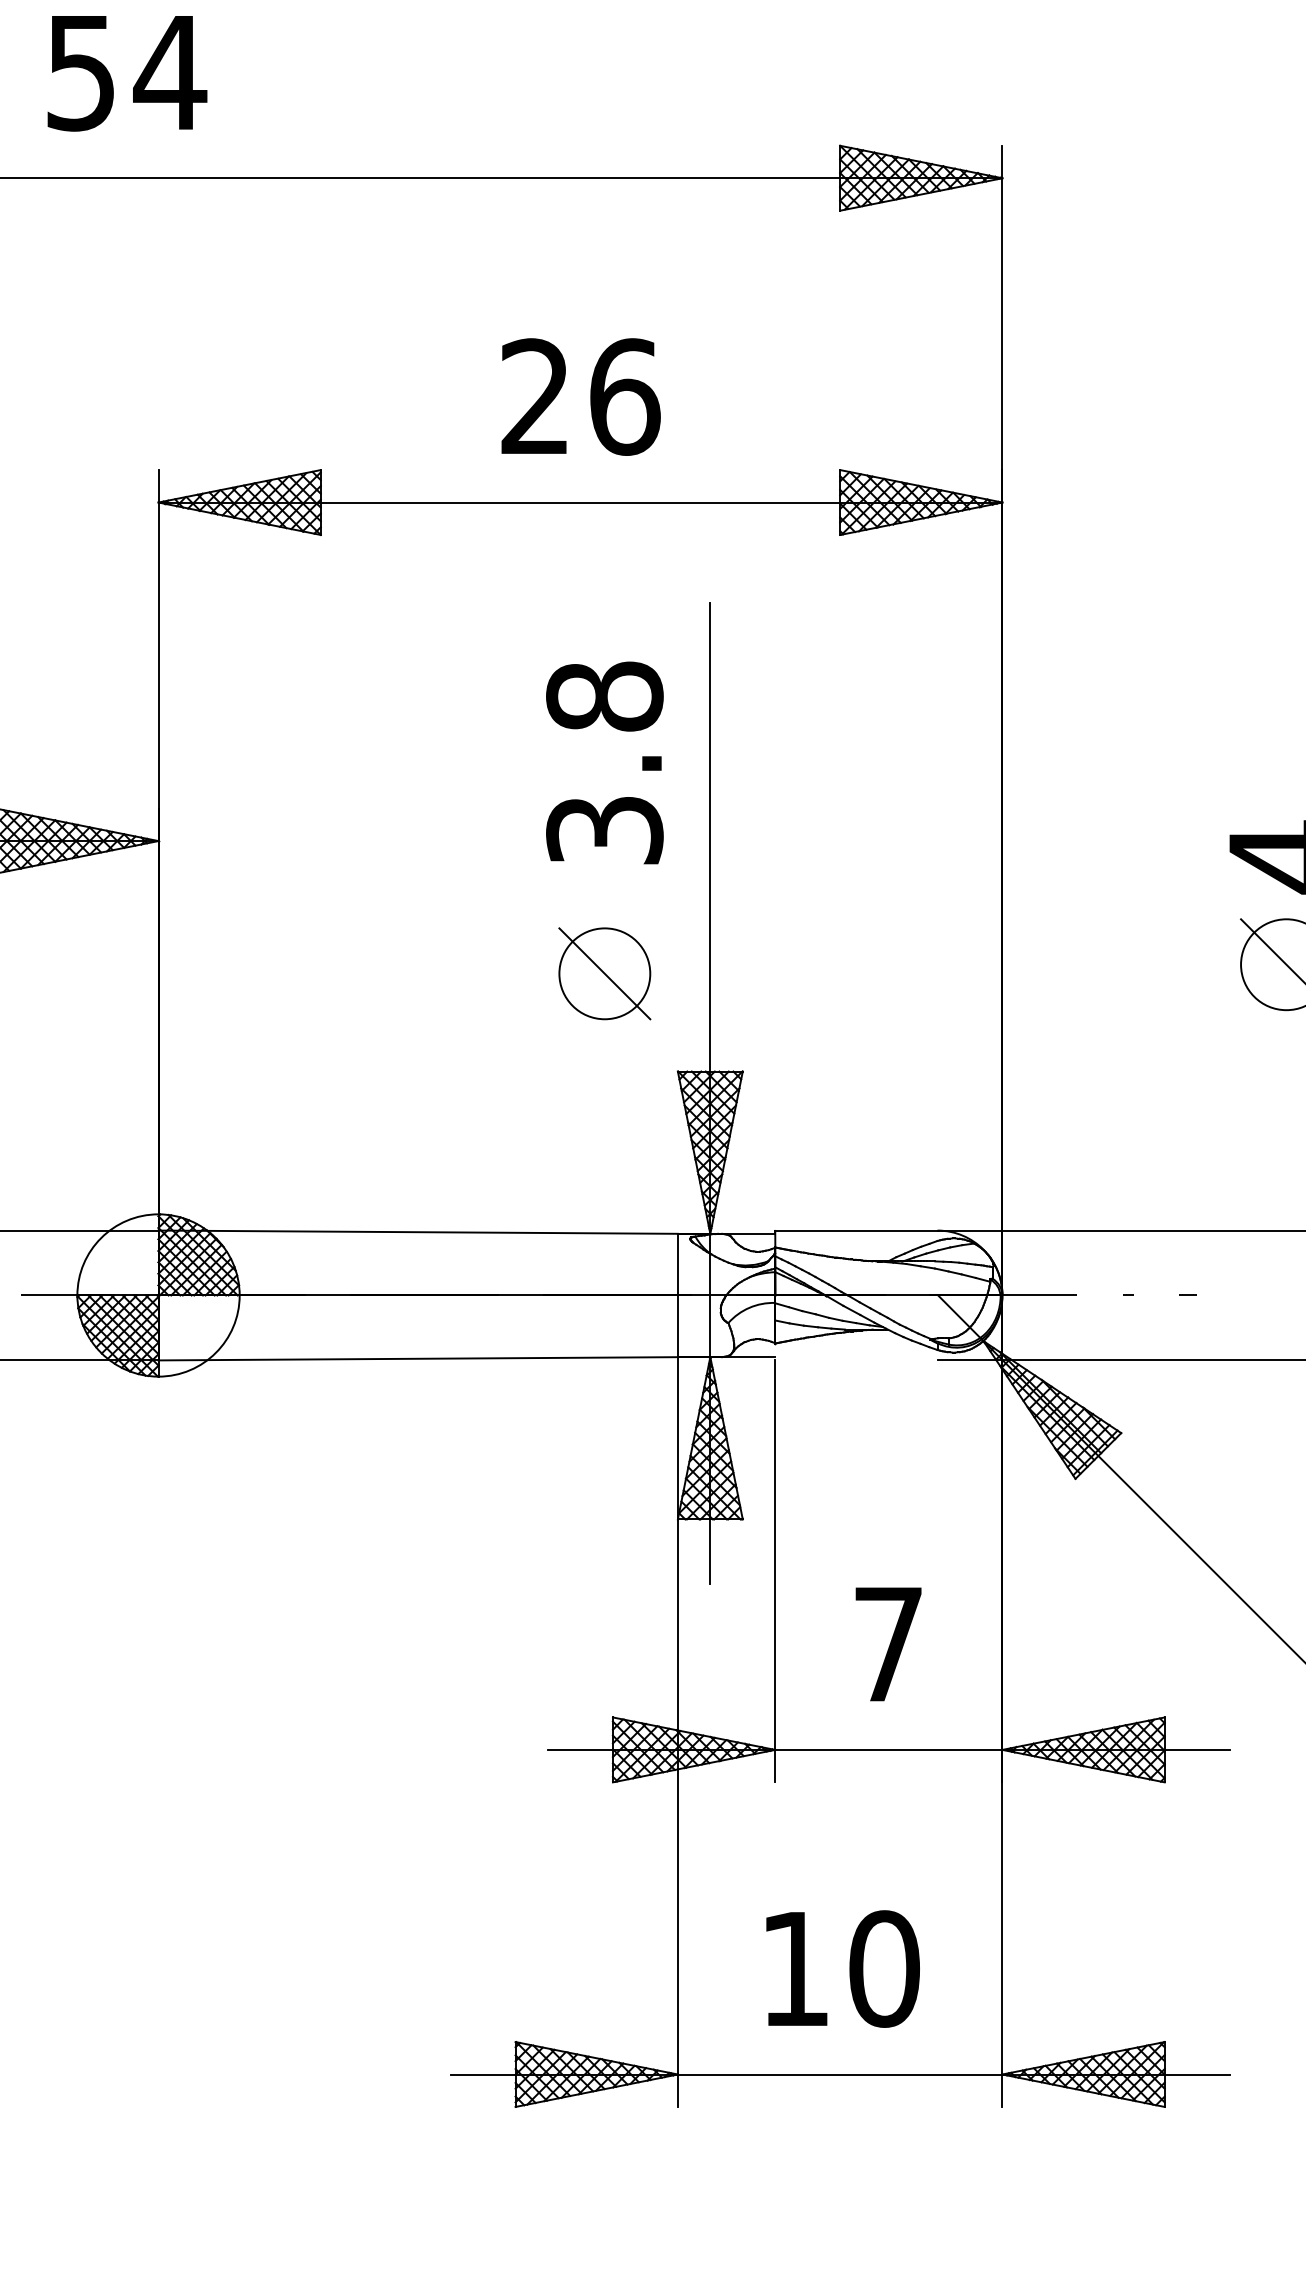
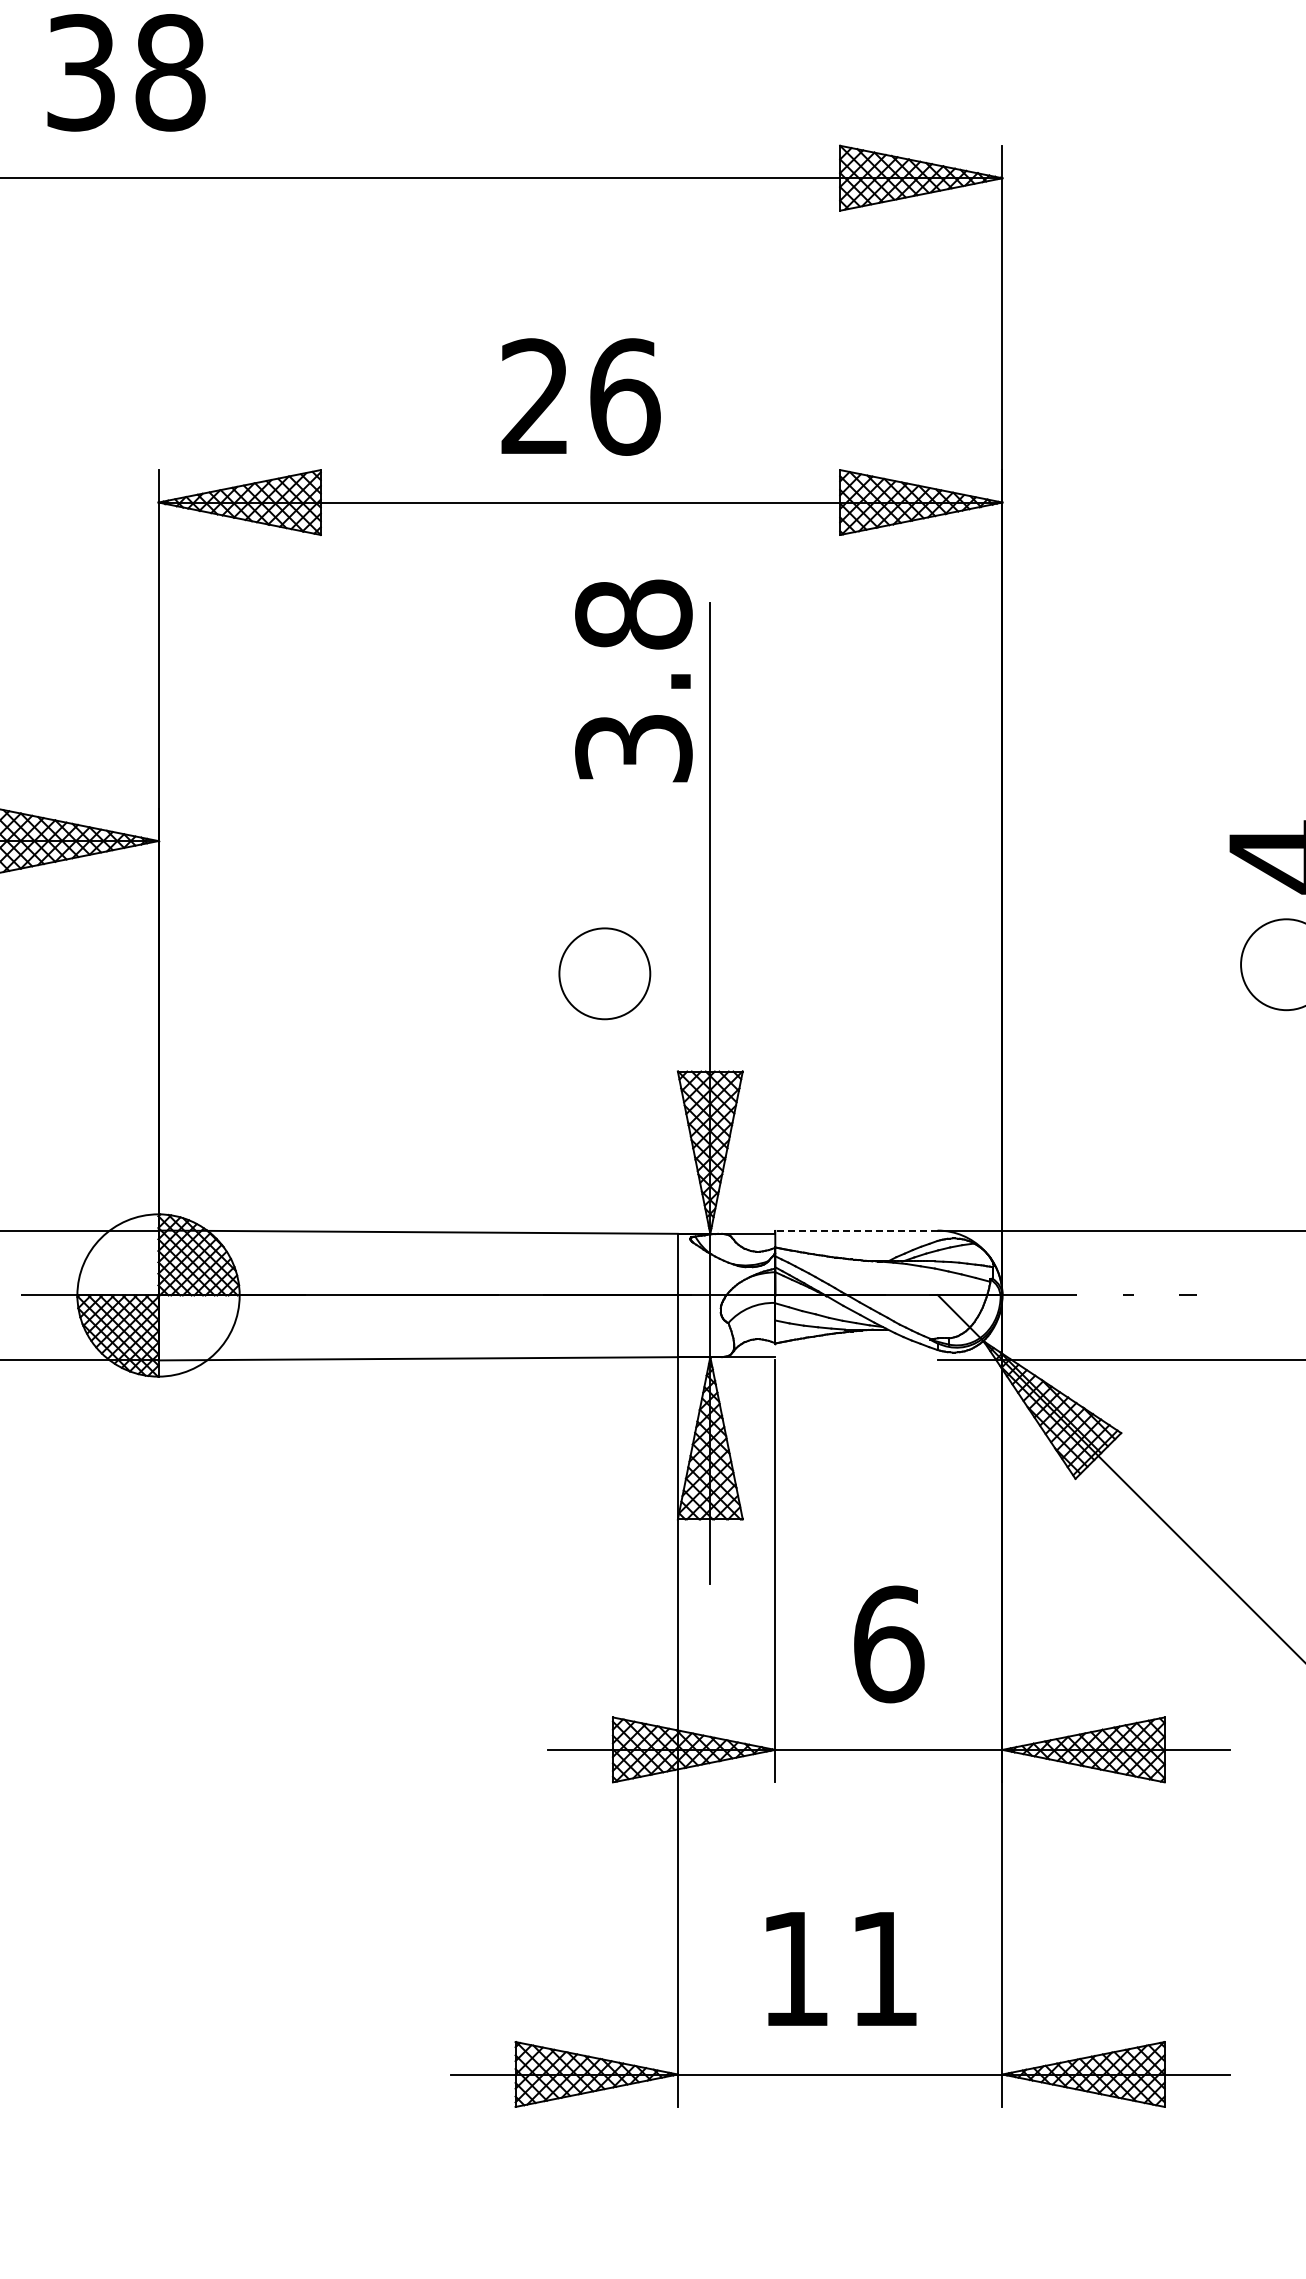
text at (127, 72): 54 -> 38
text at (604, 762) position: (604, 762) -> (633, 680)
line at (1271, 950): present -> none
line at (604, 973): present -> none
line at (855, 1230): solid -> dashed
text at (889, 1644): 7 -> 6
text at (884, 1968): 10 -> 11
